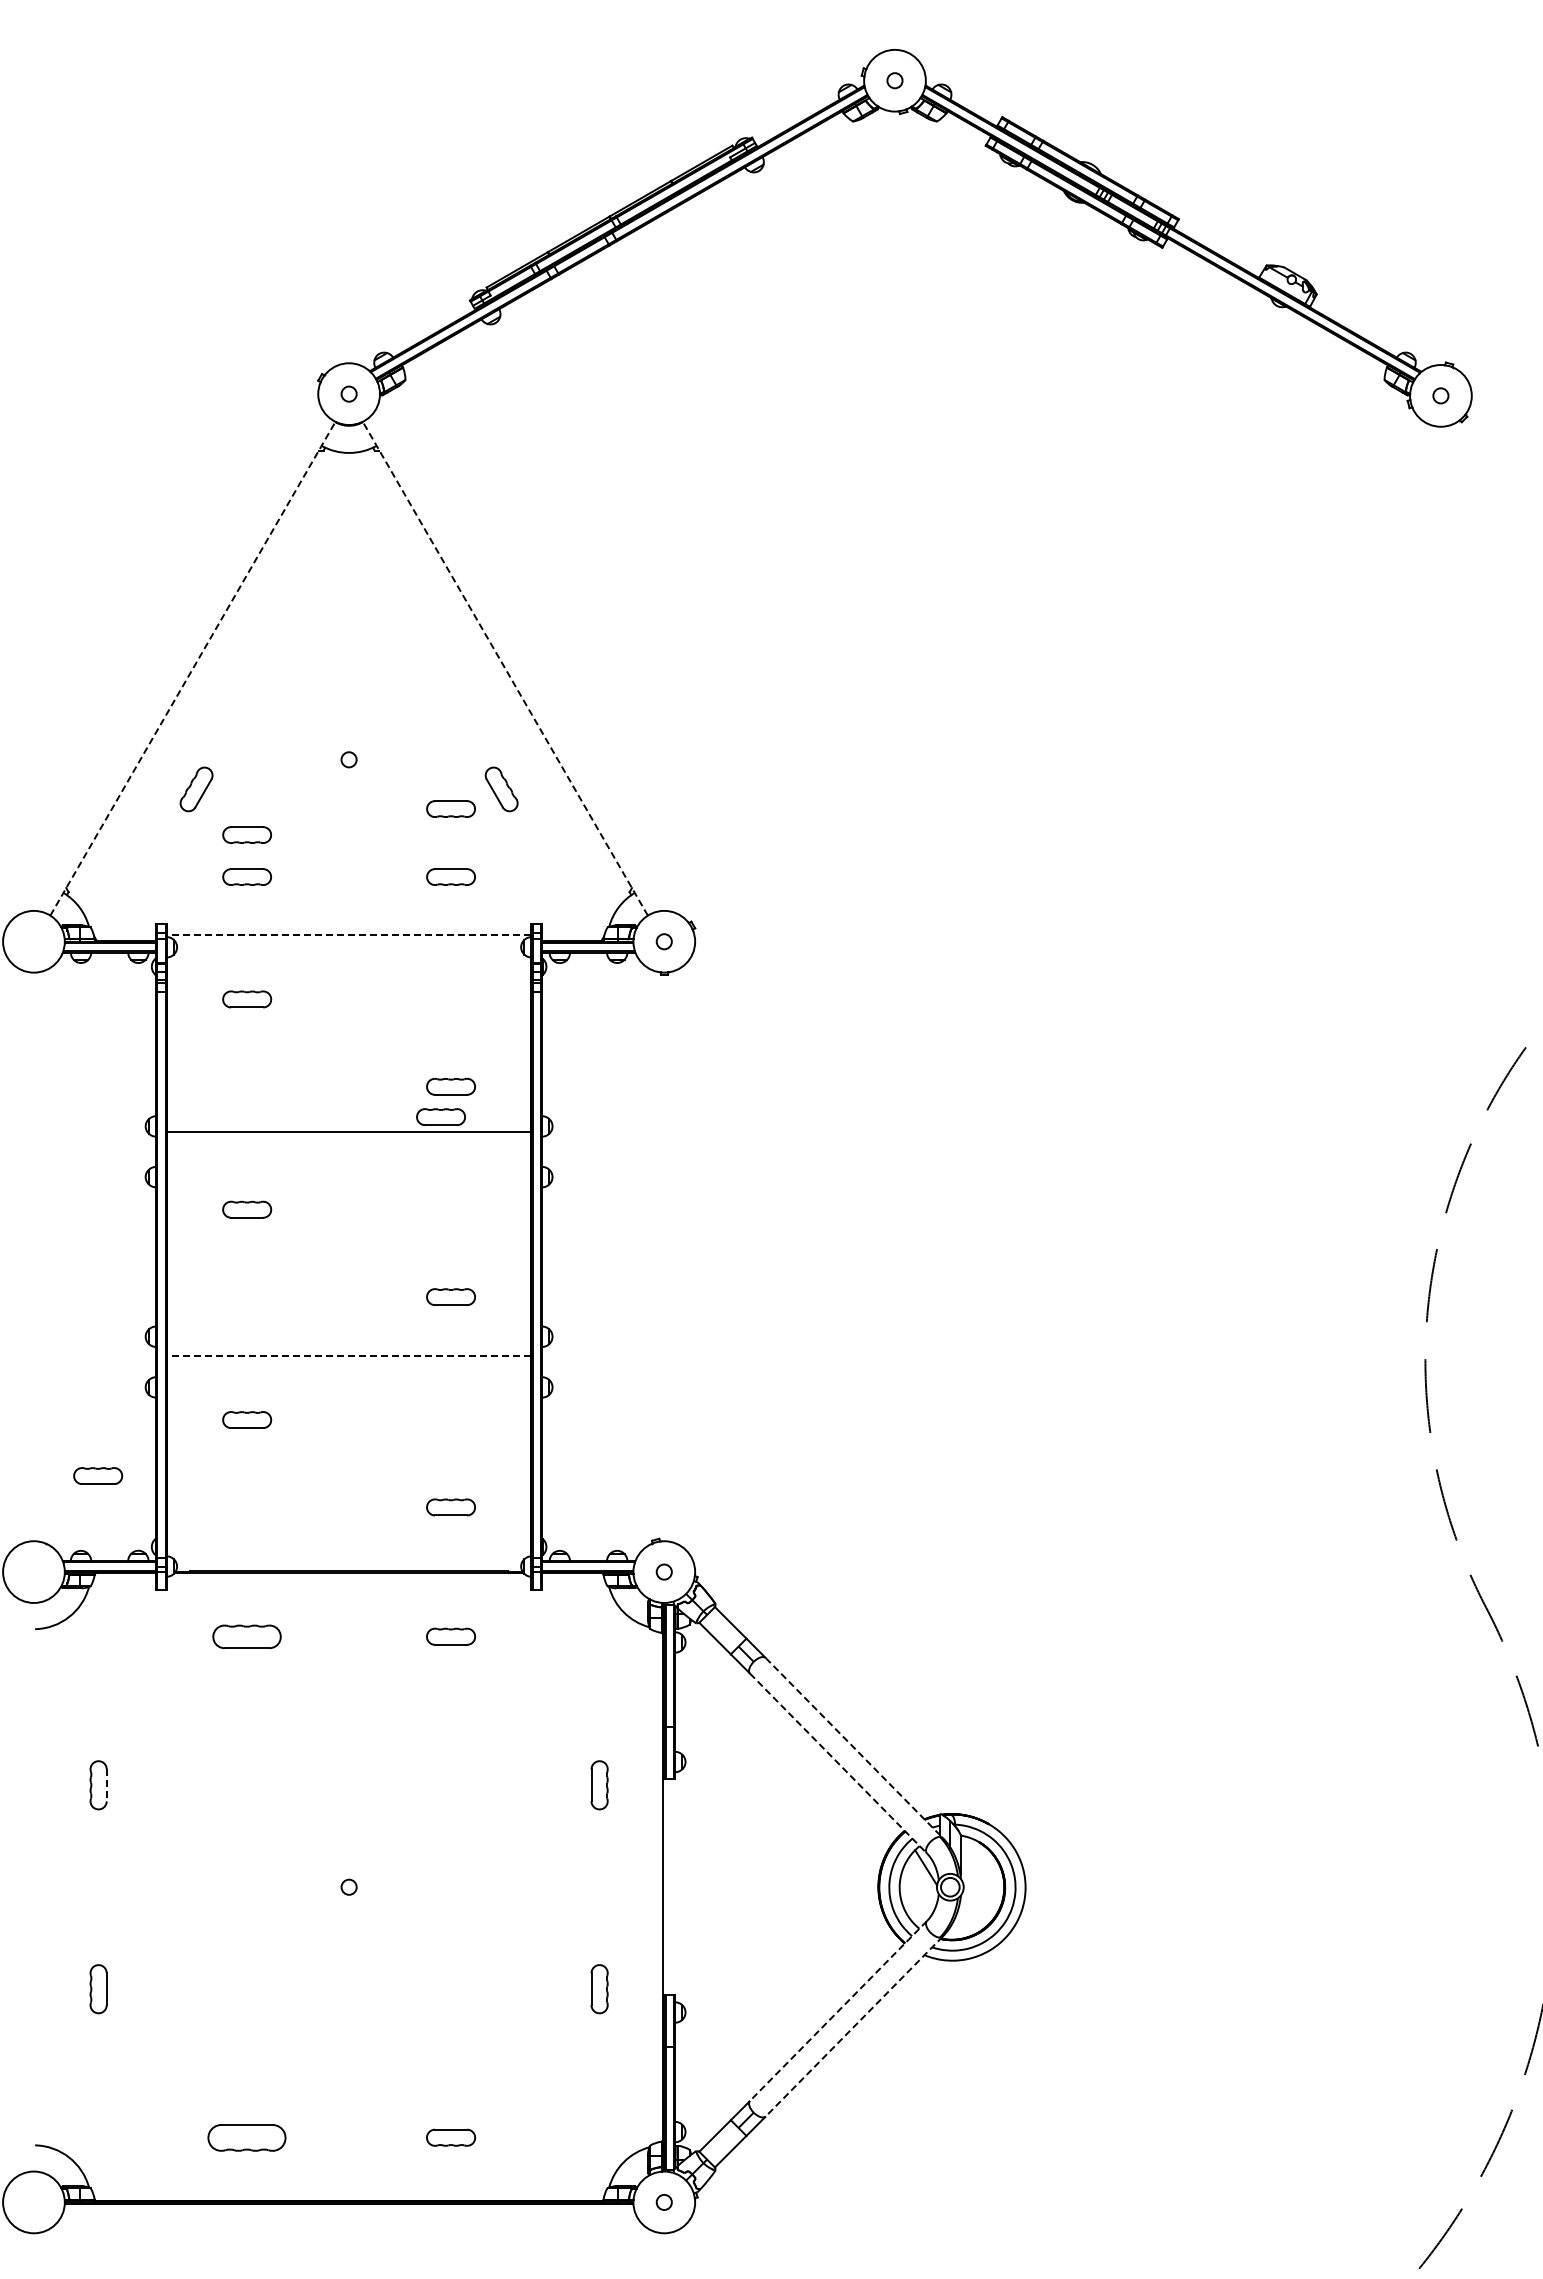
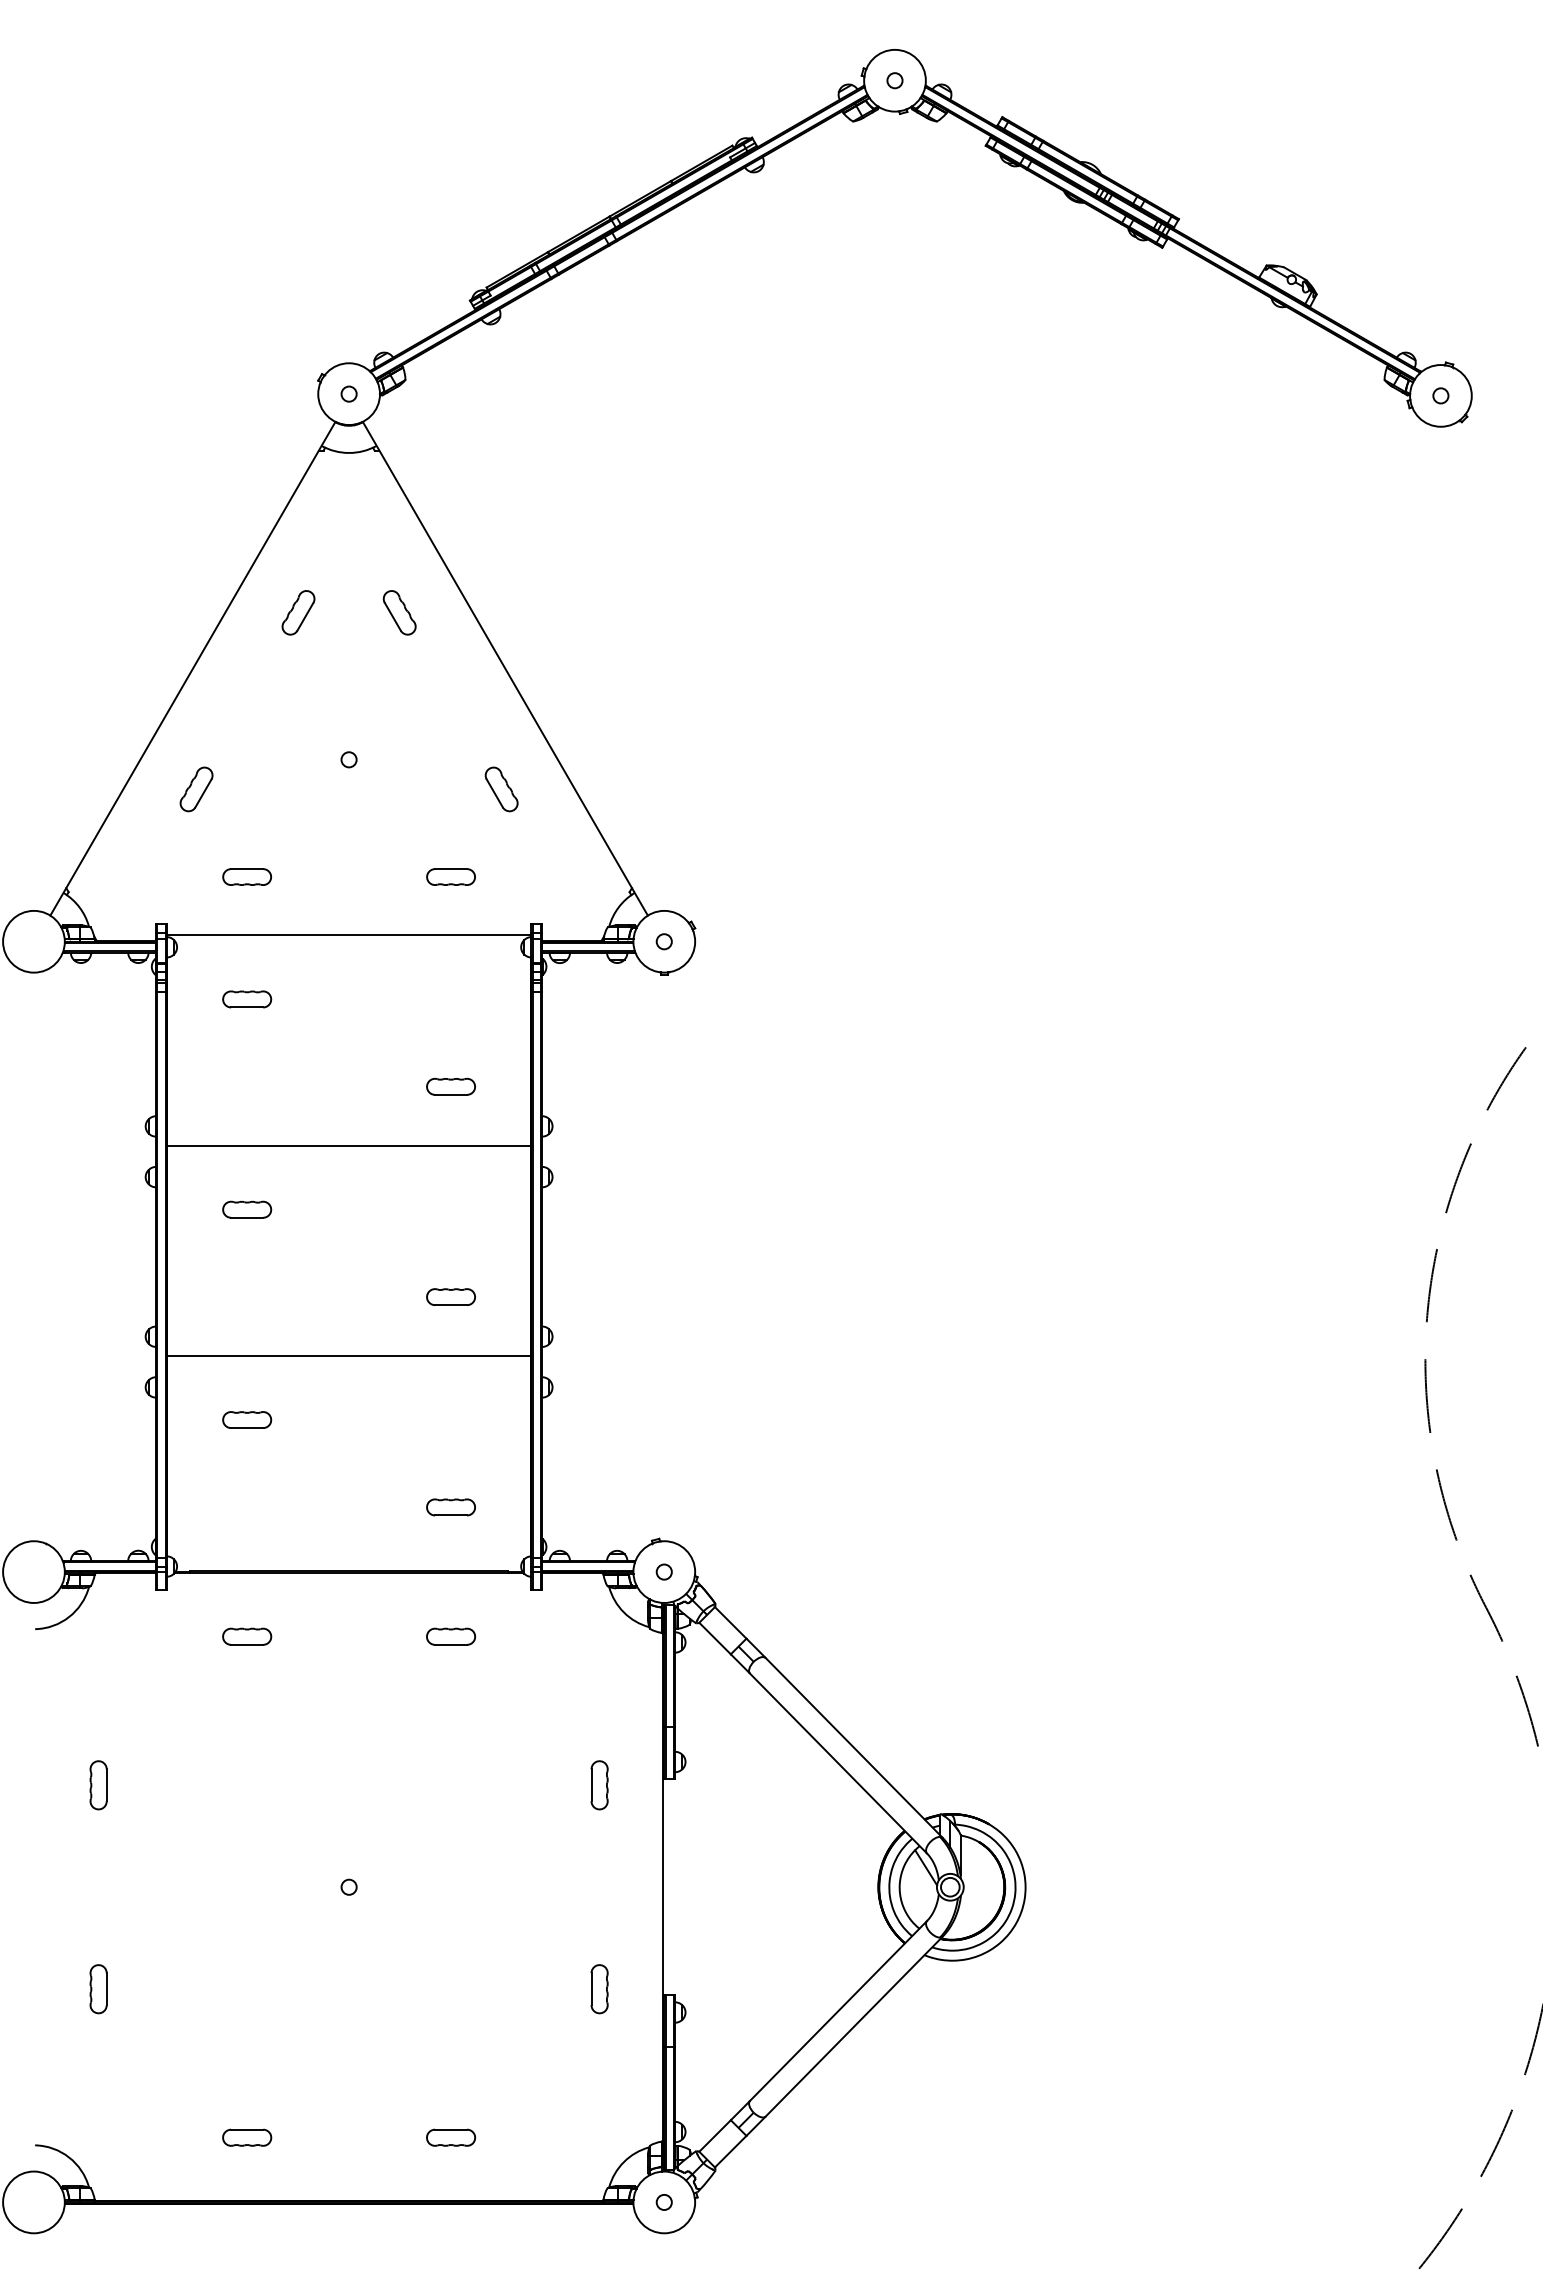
part at (298, 612): none -> present
part at (399, 612): none -> present
line at (192, 668): dashed -> solid
line at (505, 668): dashed -> solid
part at (450, 808): present -> none
part at (247, 834): present -> none
line at (348, 935): dashed -> solid
part at (440, 1116): present -> none
line at (349, 1131) position: (349, 1131) -> (349, 1145)
line at (348, 1355): dashed -> solid
part at (98, 1475): present -> none
part at (246, 1636) size: 70x26 px -> 51x19 px
line at (854, 1748): dashed -> solid
line at (838, 1763): dashed -> solid
line at (106, 1785): dashed -> solid
line at (838, 2011): dashed -> solid
line at (853, 2026): dashed -> solid
part at (246, 2137) size: 80x28 px -> 51x19 px
